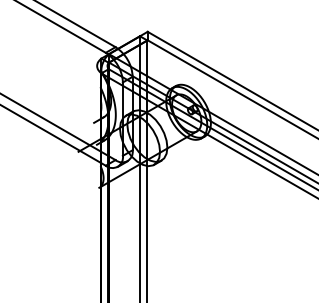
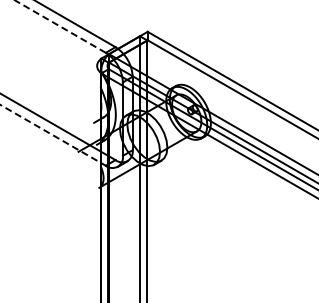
line at (59, 26): solid -> dashed
line at (53, 135): solid -> dashed
